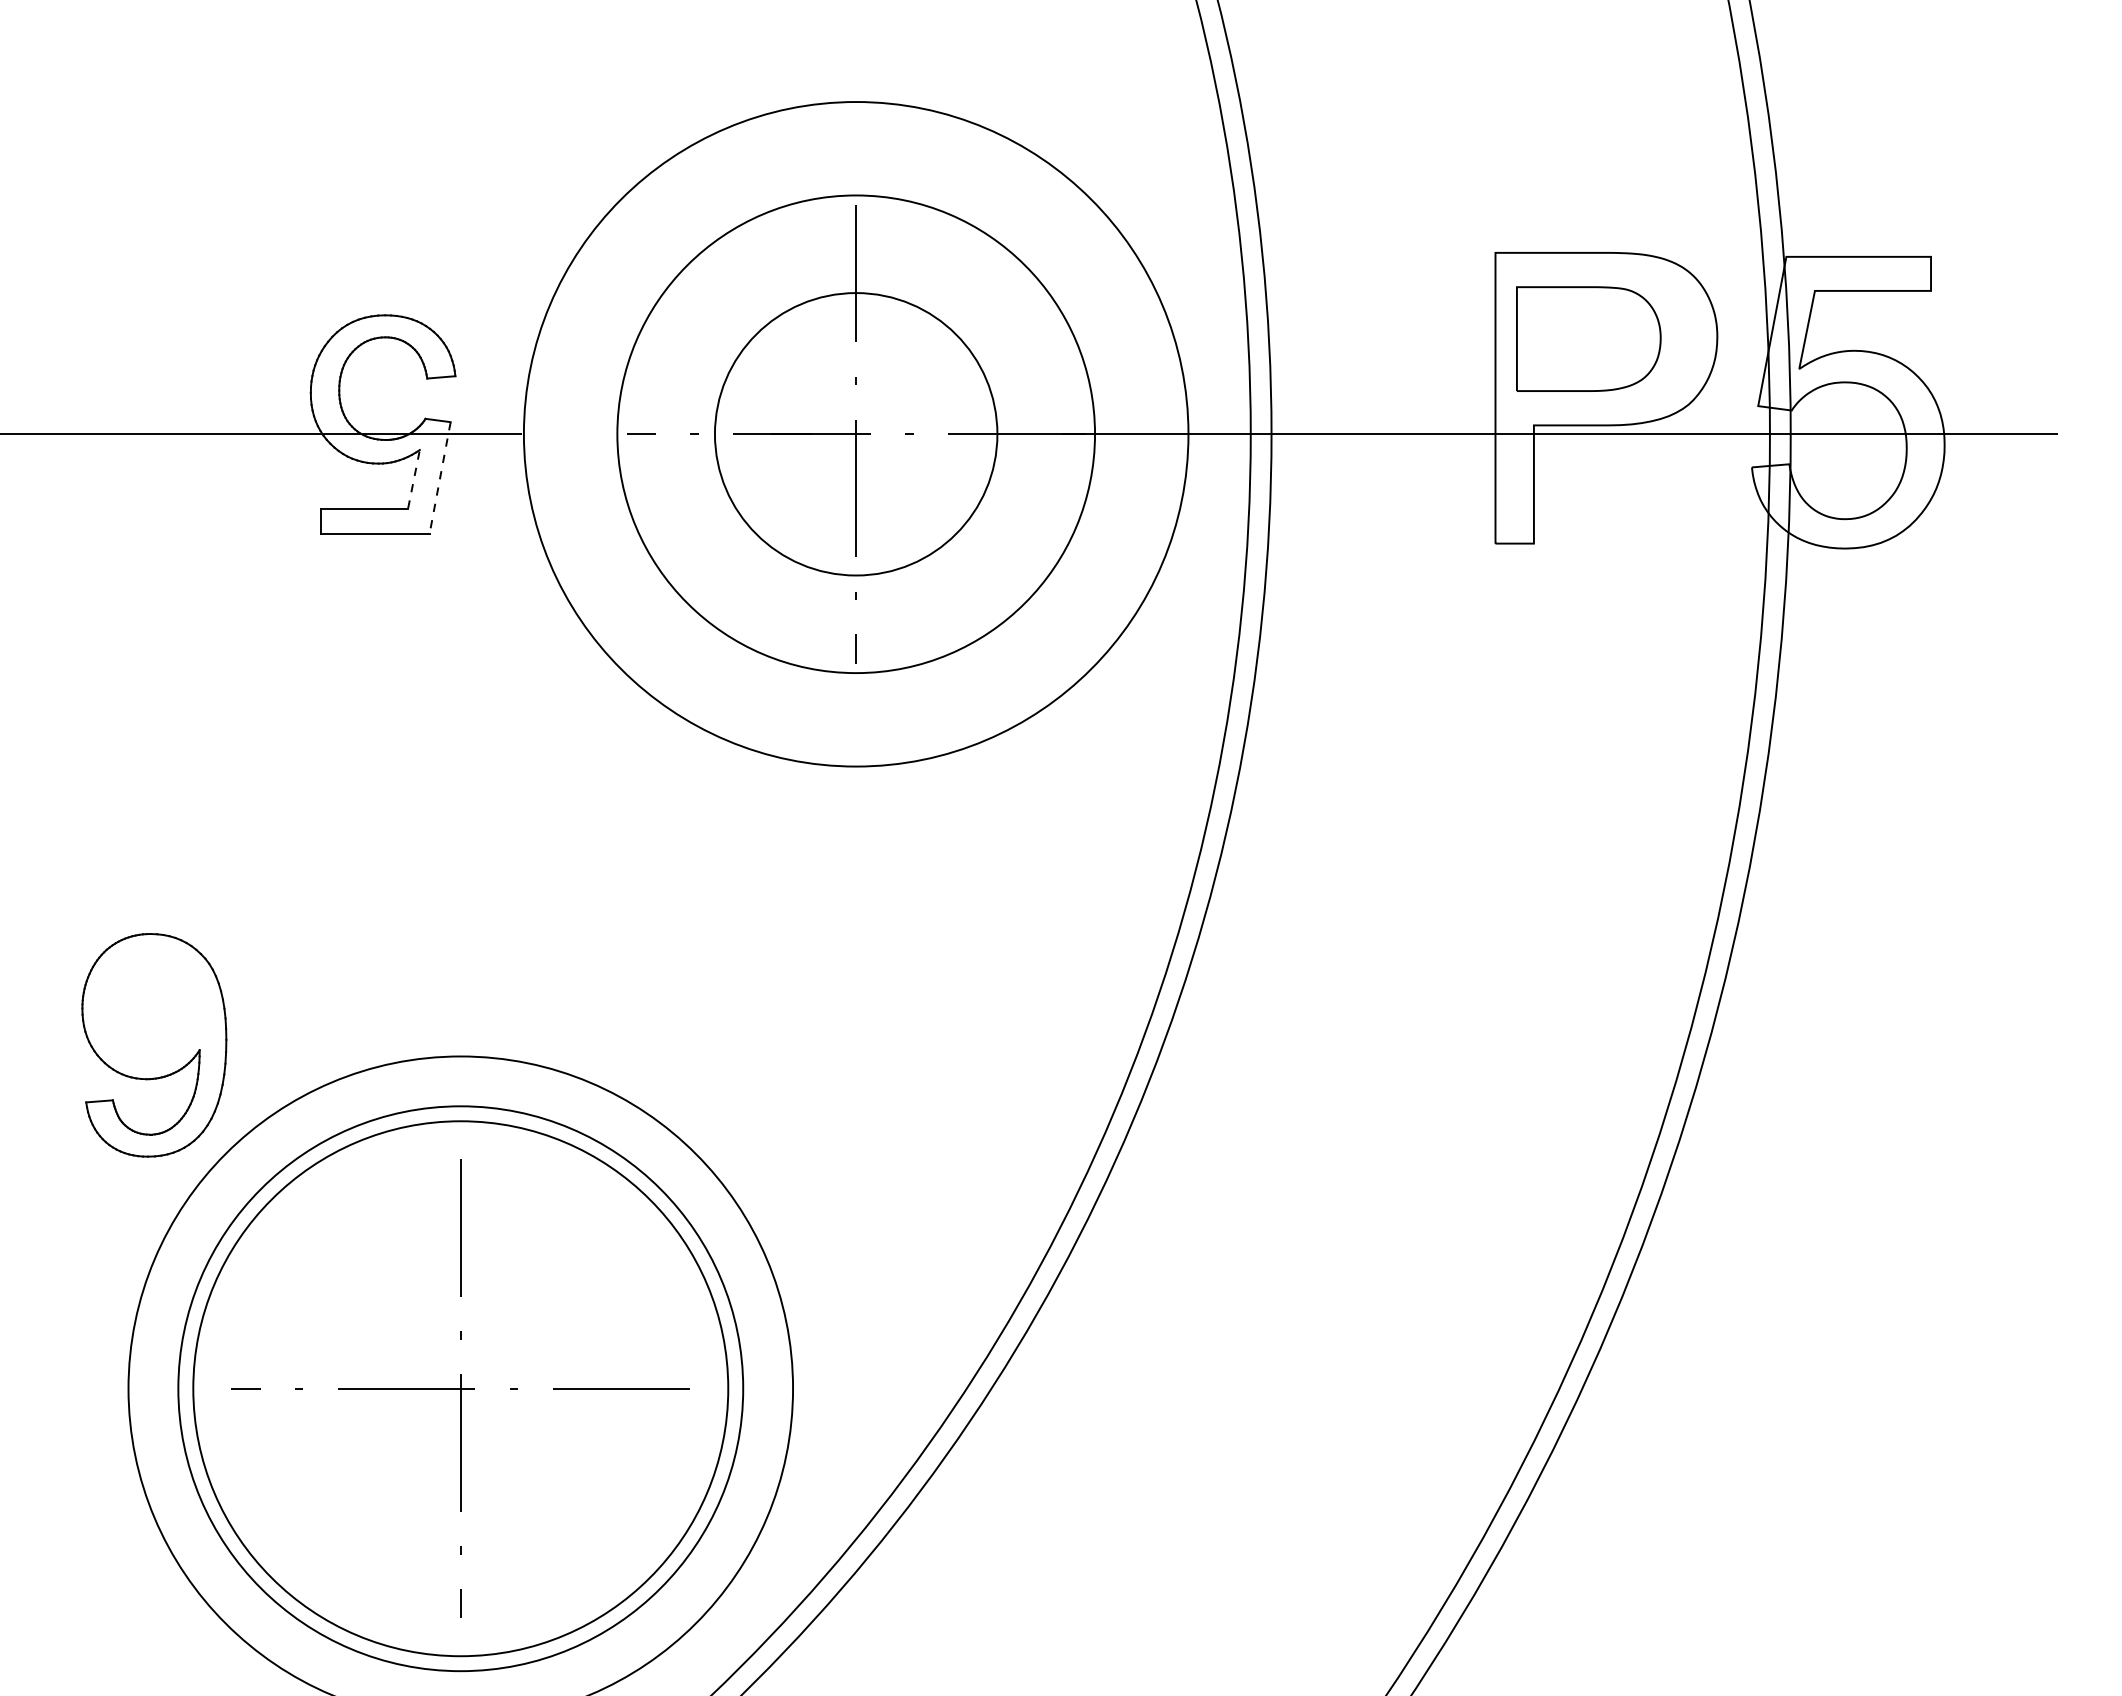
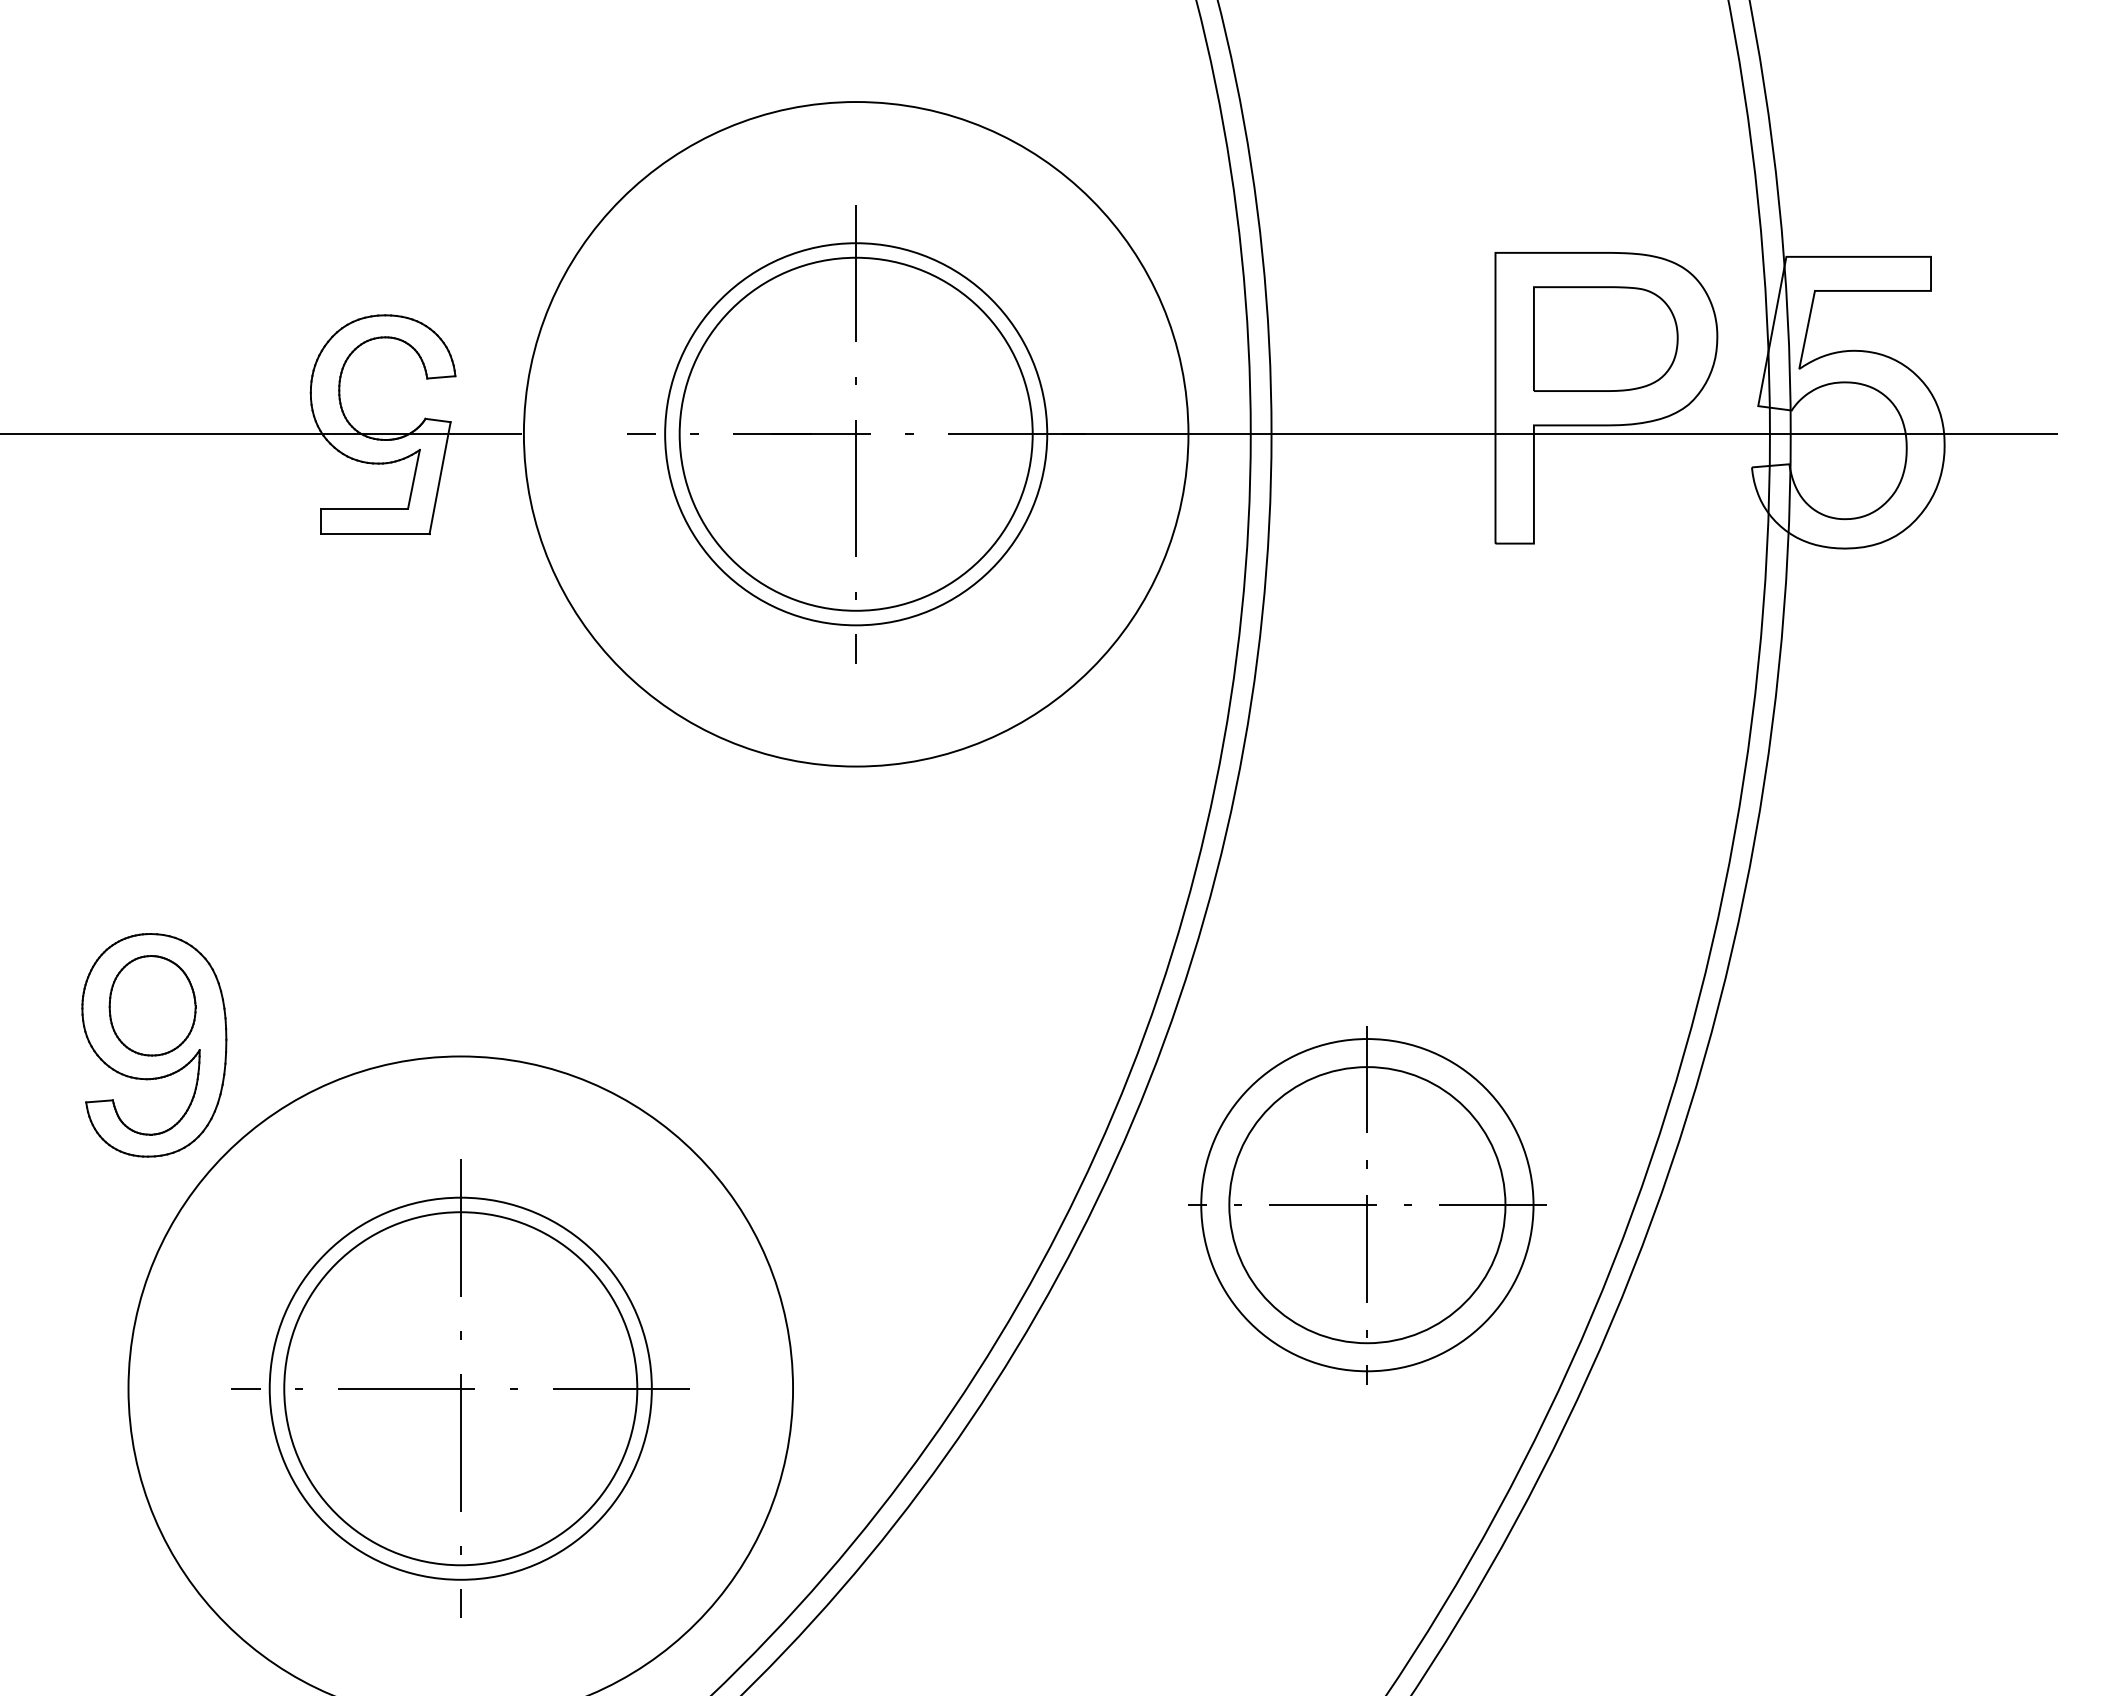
part at (1588, 338) position: (1588, 338) -> (1605, 338)
circle at (855, 434) diameter: 282 px -> 353 px
circle at (856, 434) diameter: 478 px -> 382 px
line at (440, 478): dashed -> solid
line at (413, 479): dashed -> solid
part at (152, 1005): none -> present
part at (1367, 1205): none -> present
circle at (460, 1388) diameter: 535 px -> 382 px
circle at (460, 1388) diameter: 565 px -> 353 px
